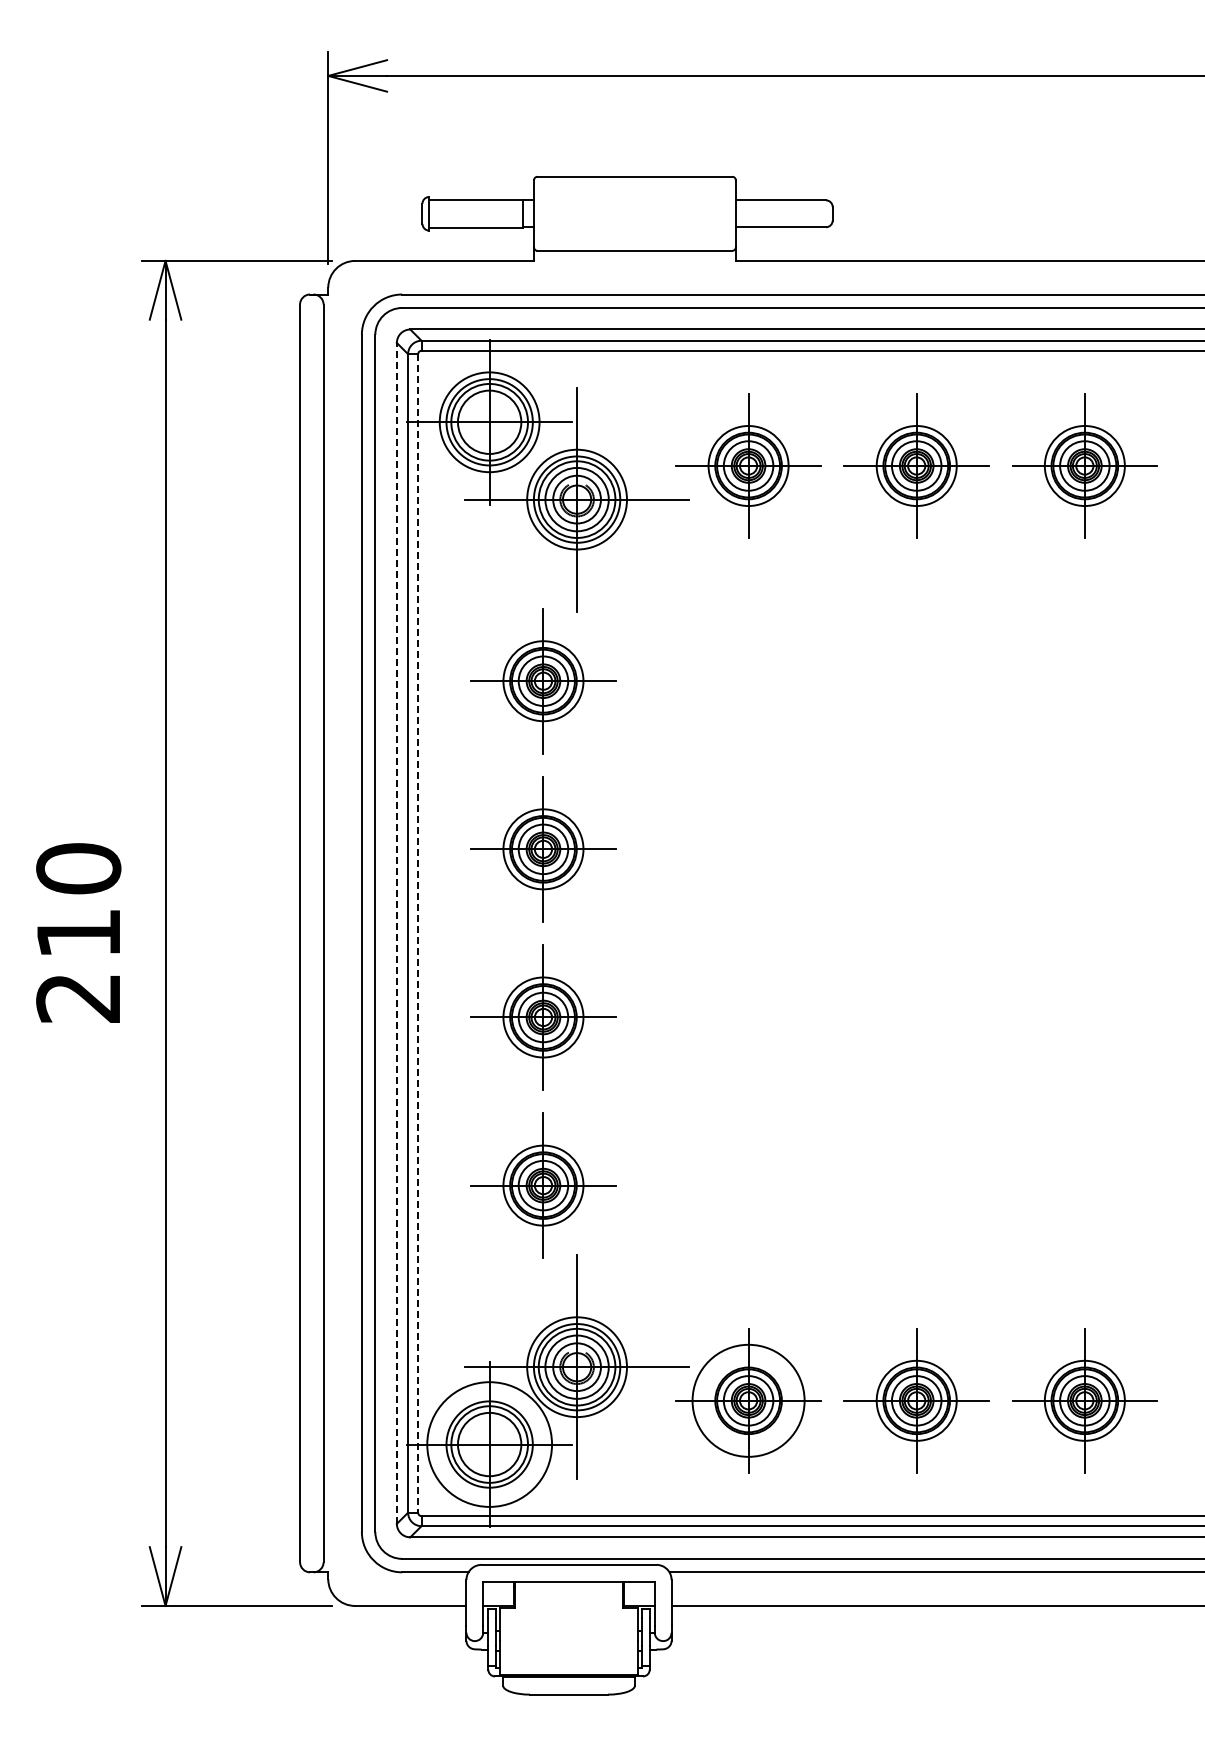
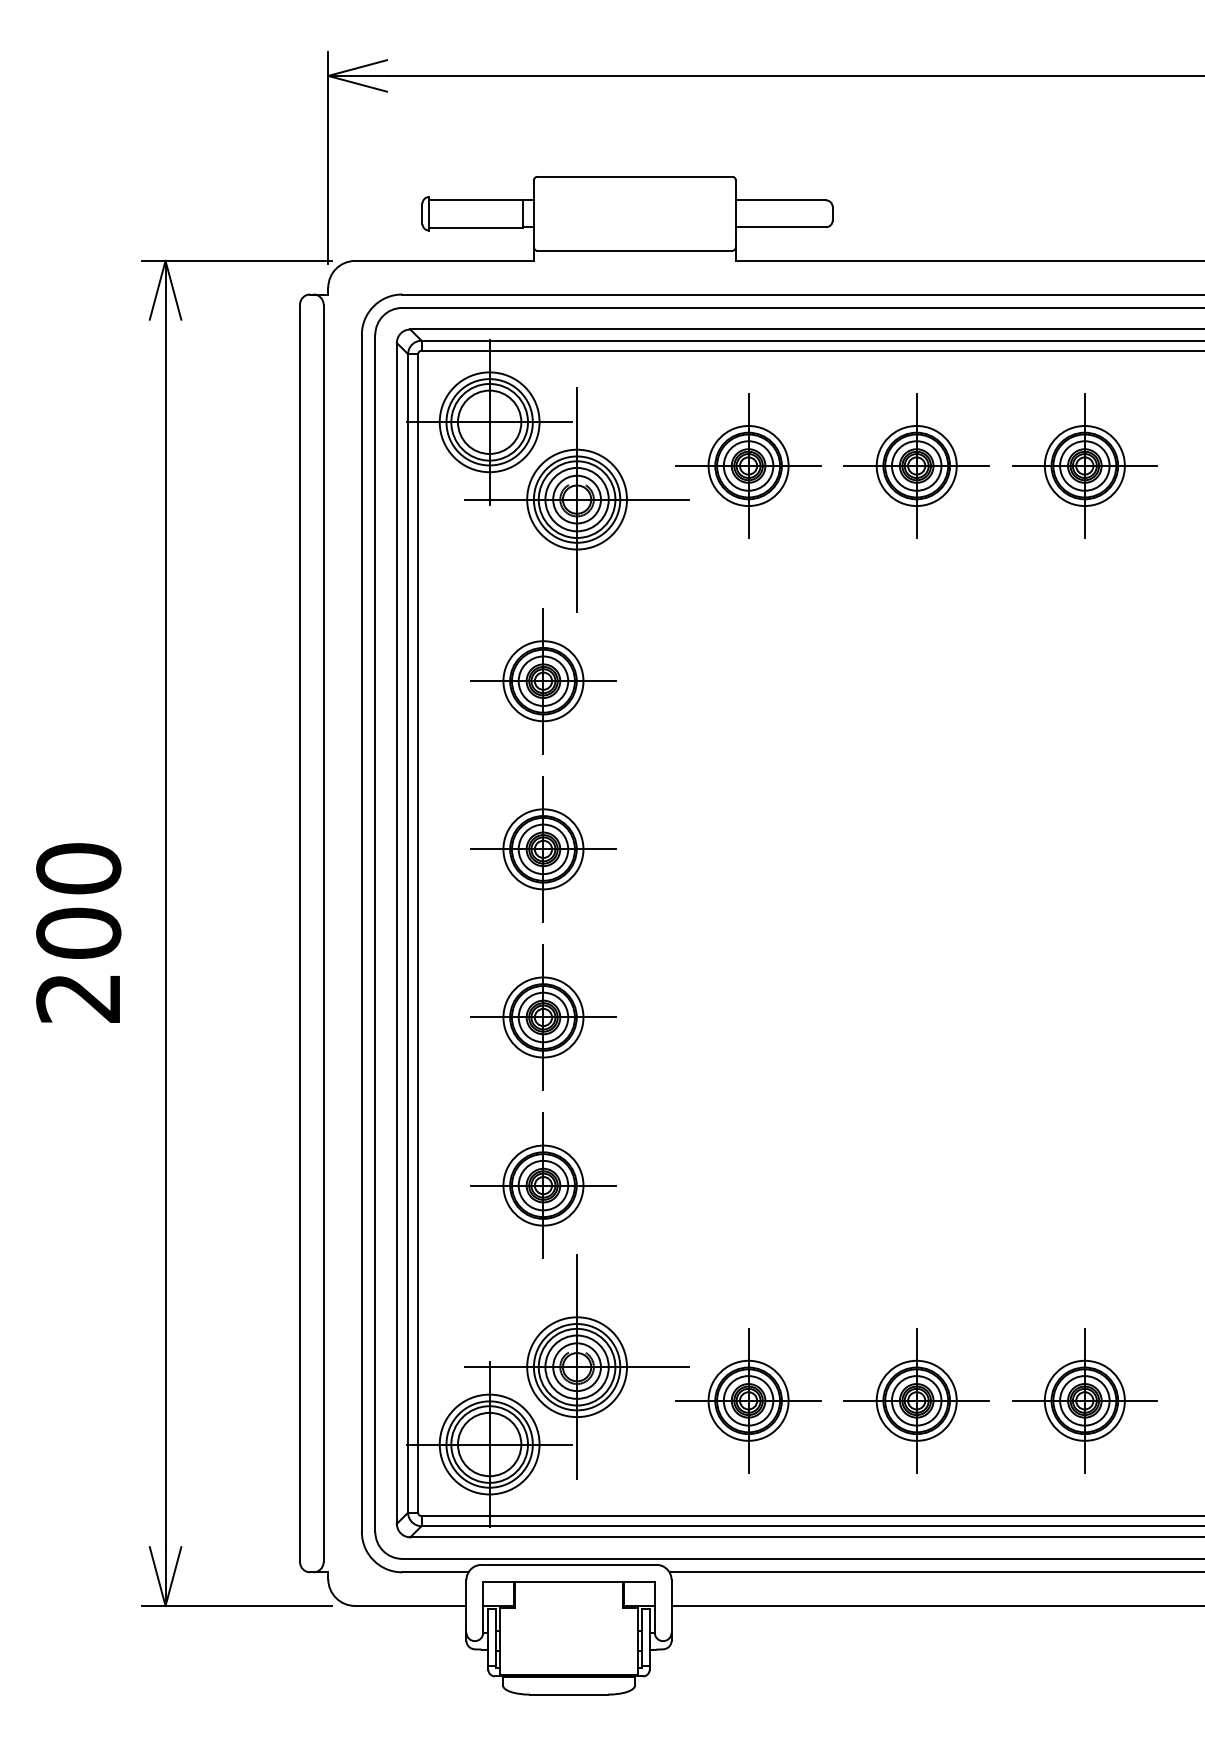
text at (78, 932): 210 -> 200
line at (396, 932): dashed -> solid
line at (418, 933): dashed -> solid
circle at (748, 1400) diameter: 112 px -> 80 px
circle at (489, 1444) diameter: 125 px -> 100 px
